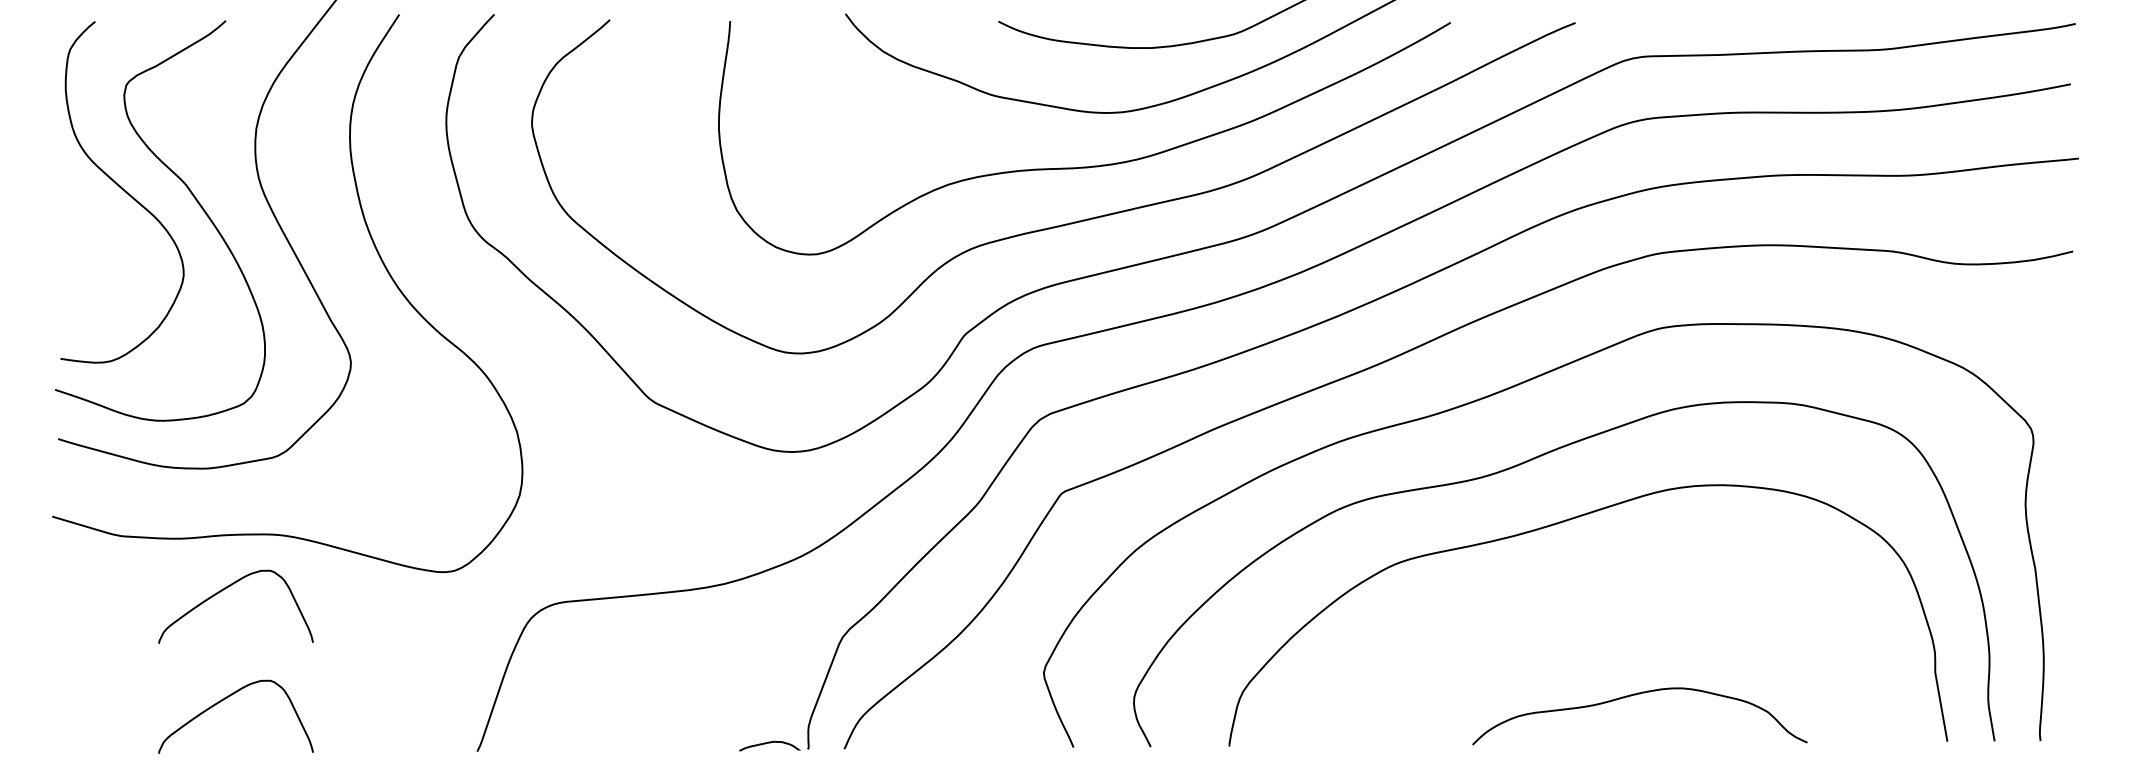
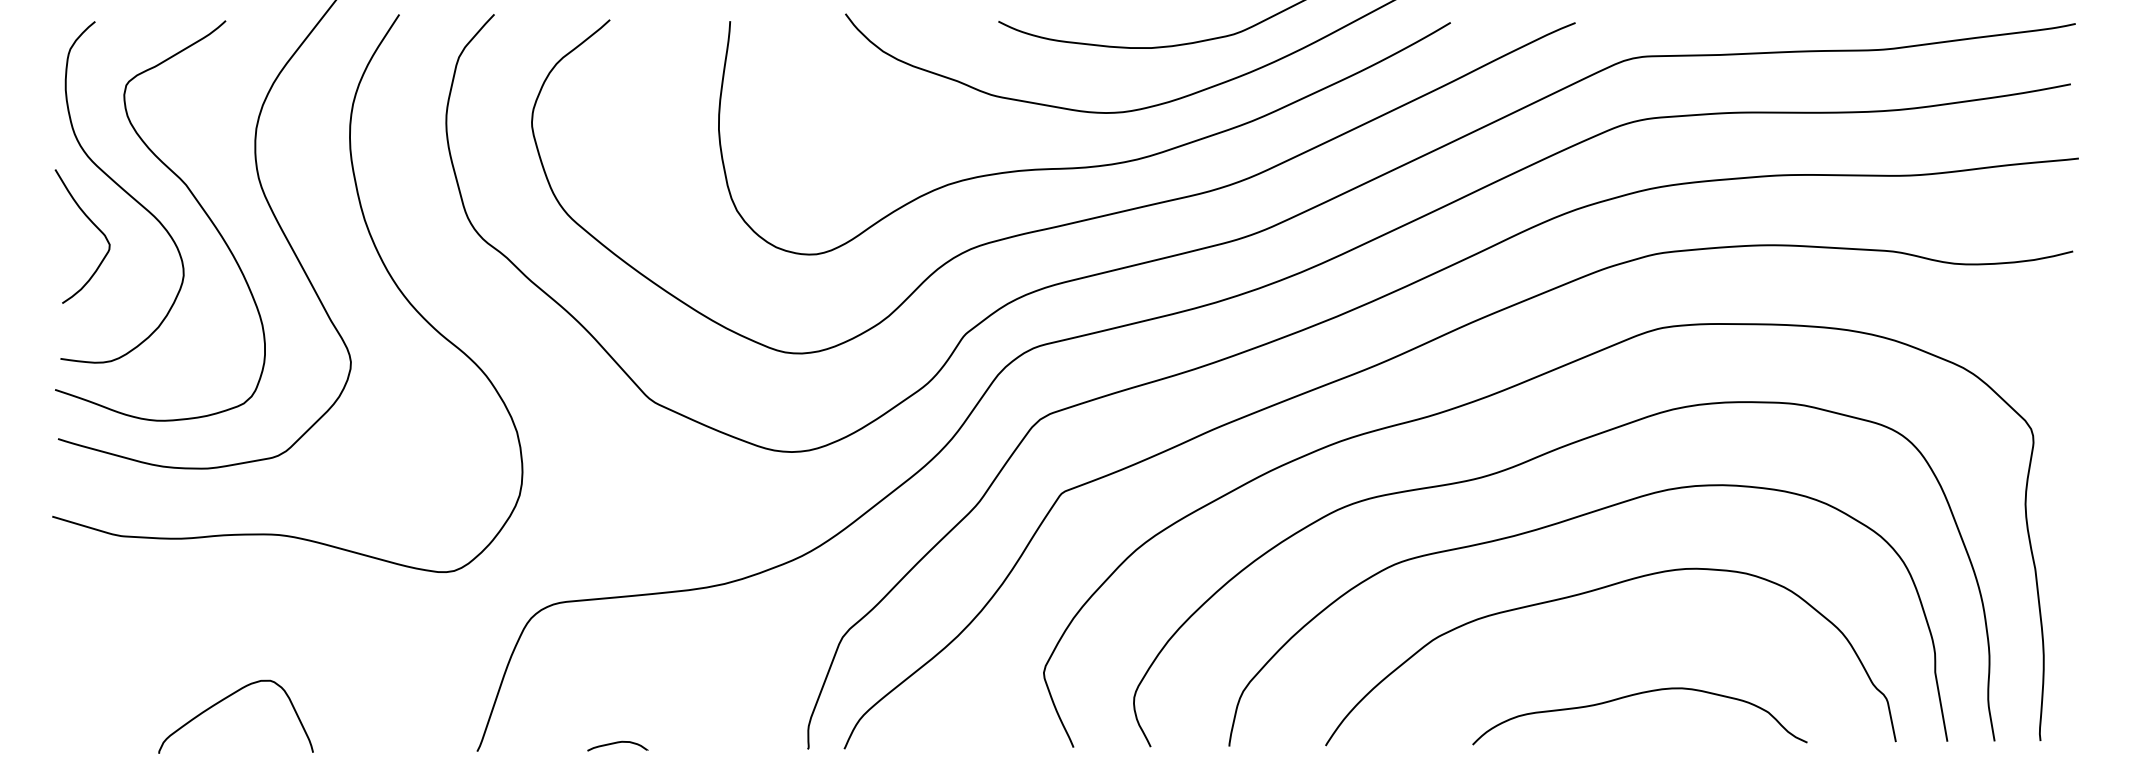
curve at (95, 227): none -> present
curve at (227, 588): present -> none
curve at (1594, 591): none -> present
curve at (769, 743) position: (769, 743) -> (617, 743)
